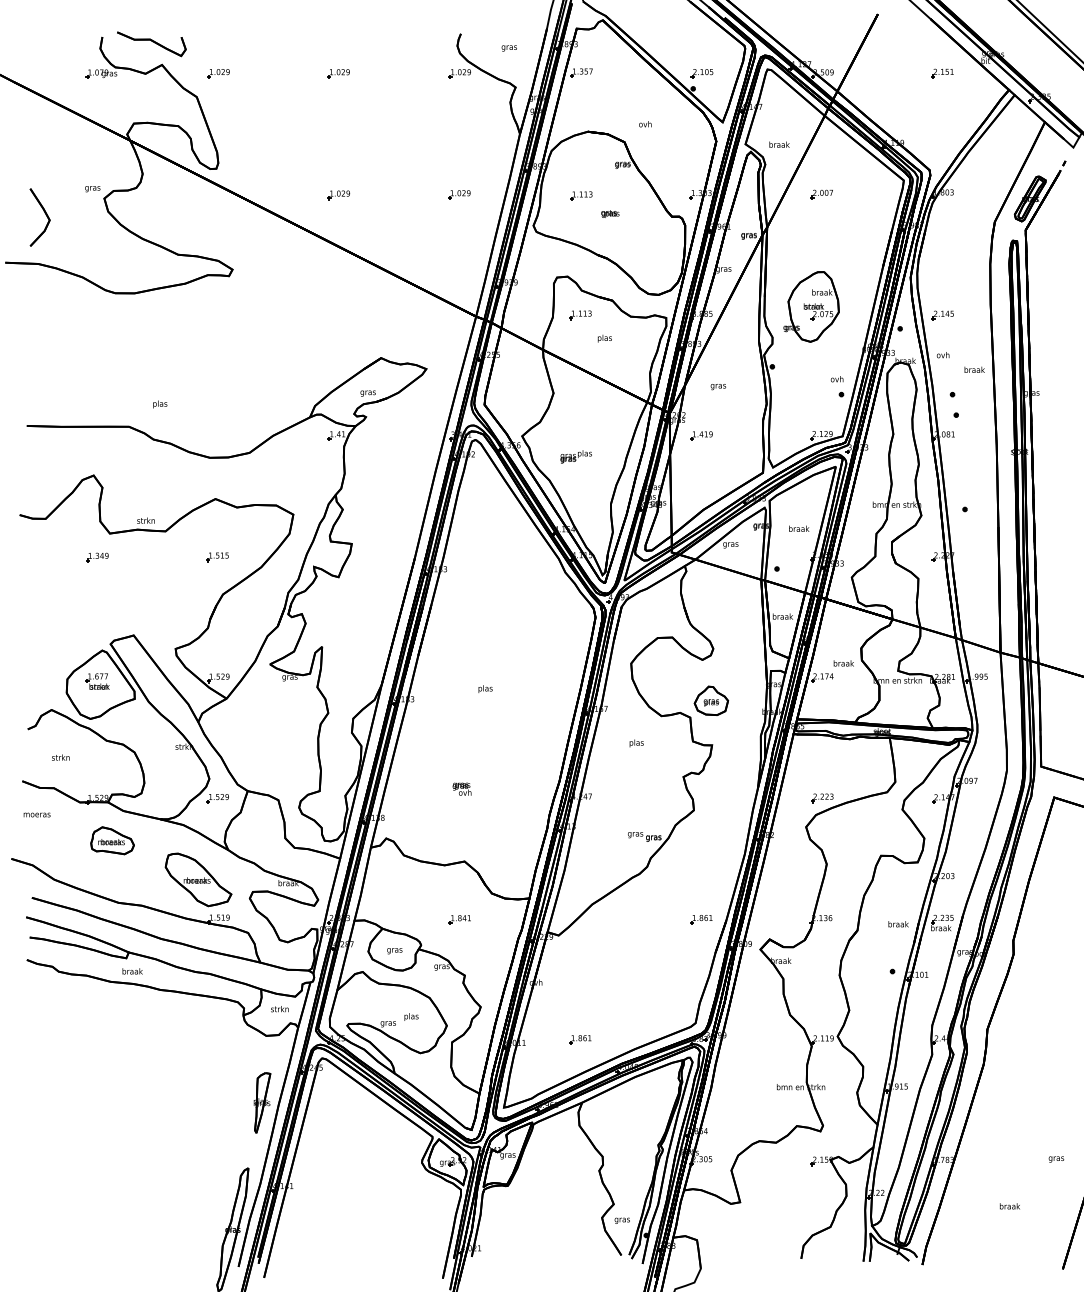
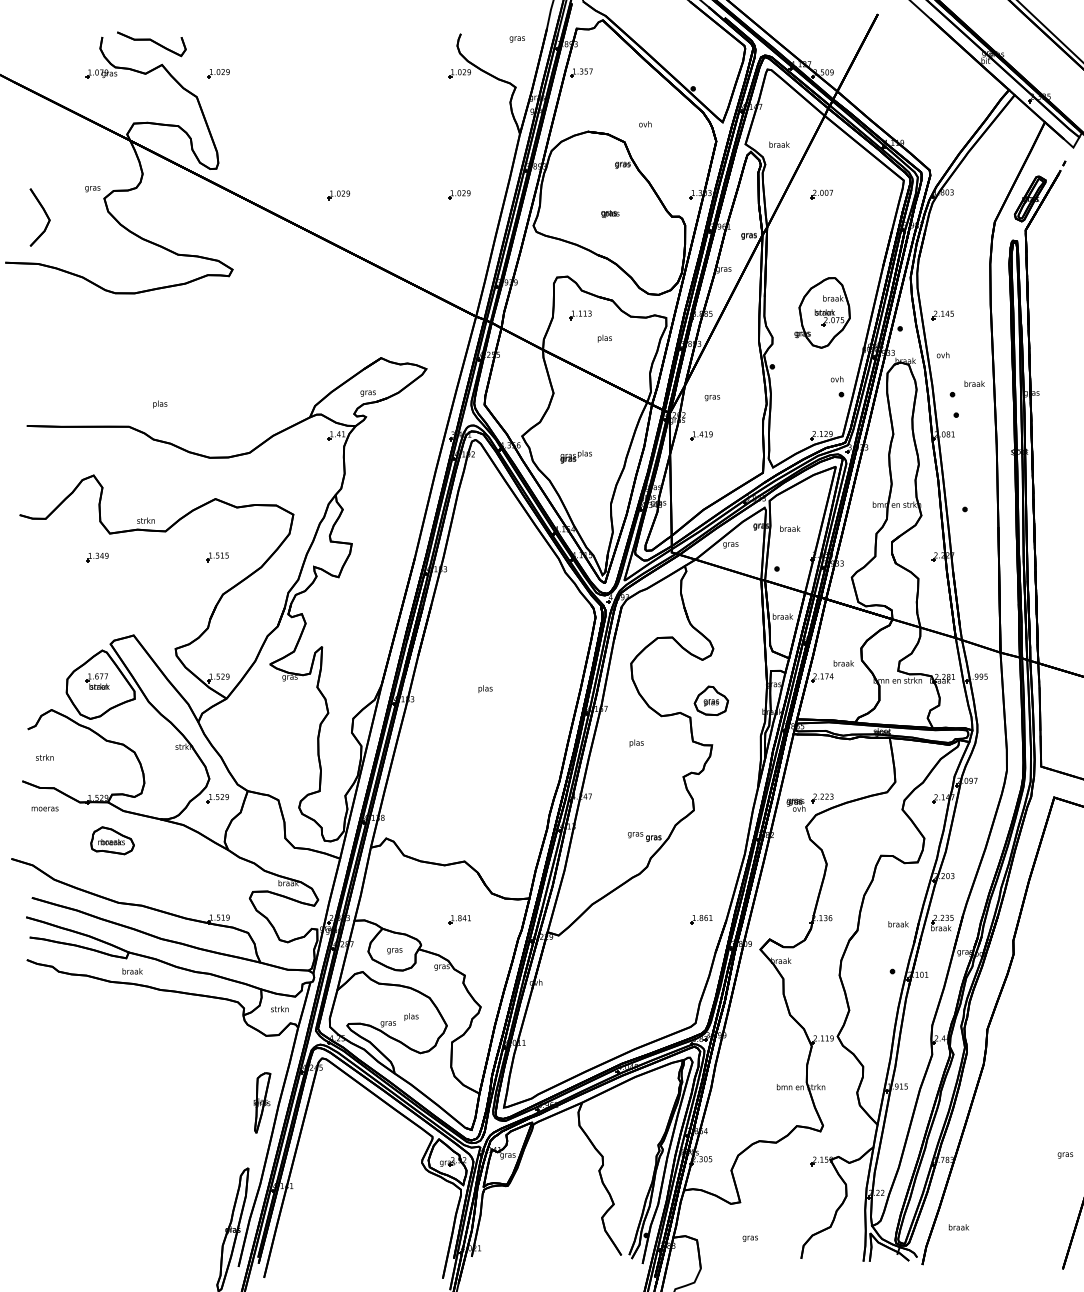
text at (508, 48) position: (508, 48) -> (516, 39)
part at (338, 73): present -> none
part at (701, 73): present -> none
part at (942, 73): present -> none
part at (581, 195): present -> none
part at (811, 306) position: (811, 306) -> (822, 312)
text at (974, 369) position: (974, 369) -> (974, 383)
text at (718, 387) position: (718, 387) -> (712, 398)
text at (799, 528) position: (799, 528) -> (790, 528)
text at (60, 757) position: (60, 757) -> (44, 757)
text at (461, 788) position: (461, 788) -> (795, 804)
text at (36, 814) position: (36, 814) -> (44, 808)
part at (198, 879): present -> none
part at (580, 1039): present -> none
text at (1056, 1159) position: (1056, 1159) -> (1065, 1155)
text at (1009, 1206) position: (1009, 1206) -> (958, 1227)
text at (621, 1220) position: (621, 1220) -> (749, 1238)
